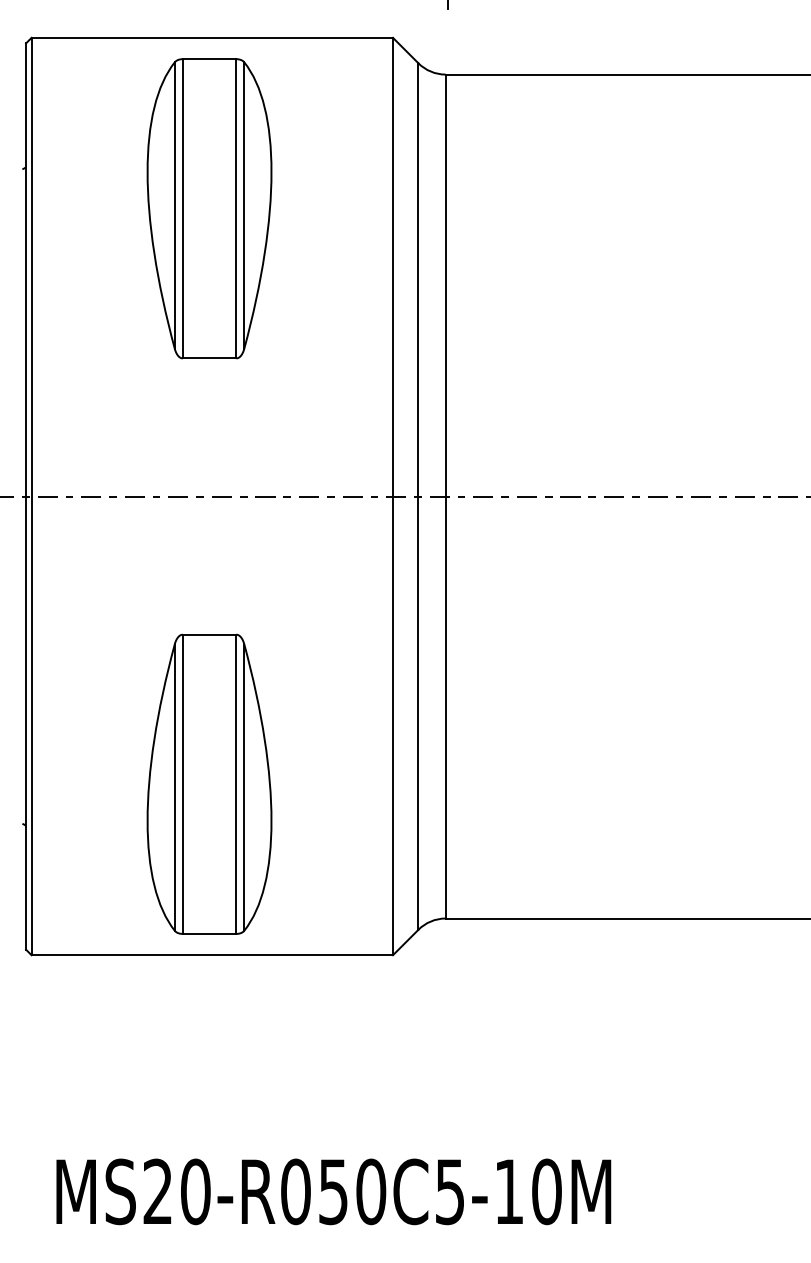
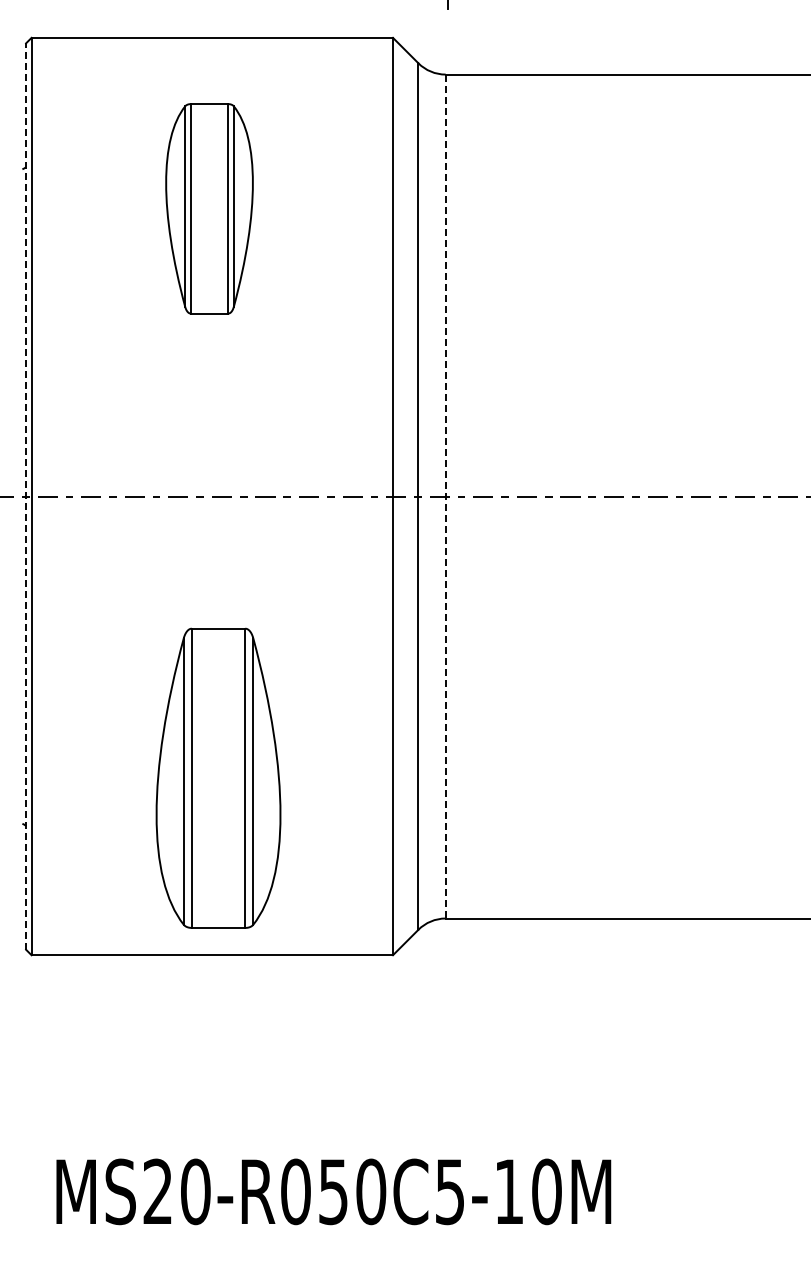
part at (209, 208) size: 127x302 px -> 89x212 px
line at (26, 496): solid -> dashed
line at (445, 496): solid -> dashed
part at (209, 783) position: (209, 783) -> (218, 777)
